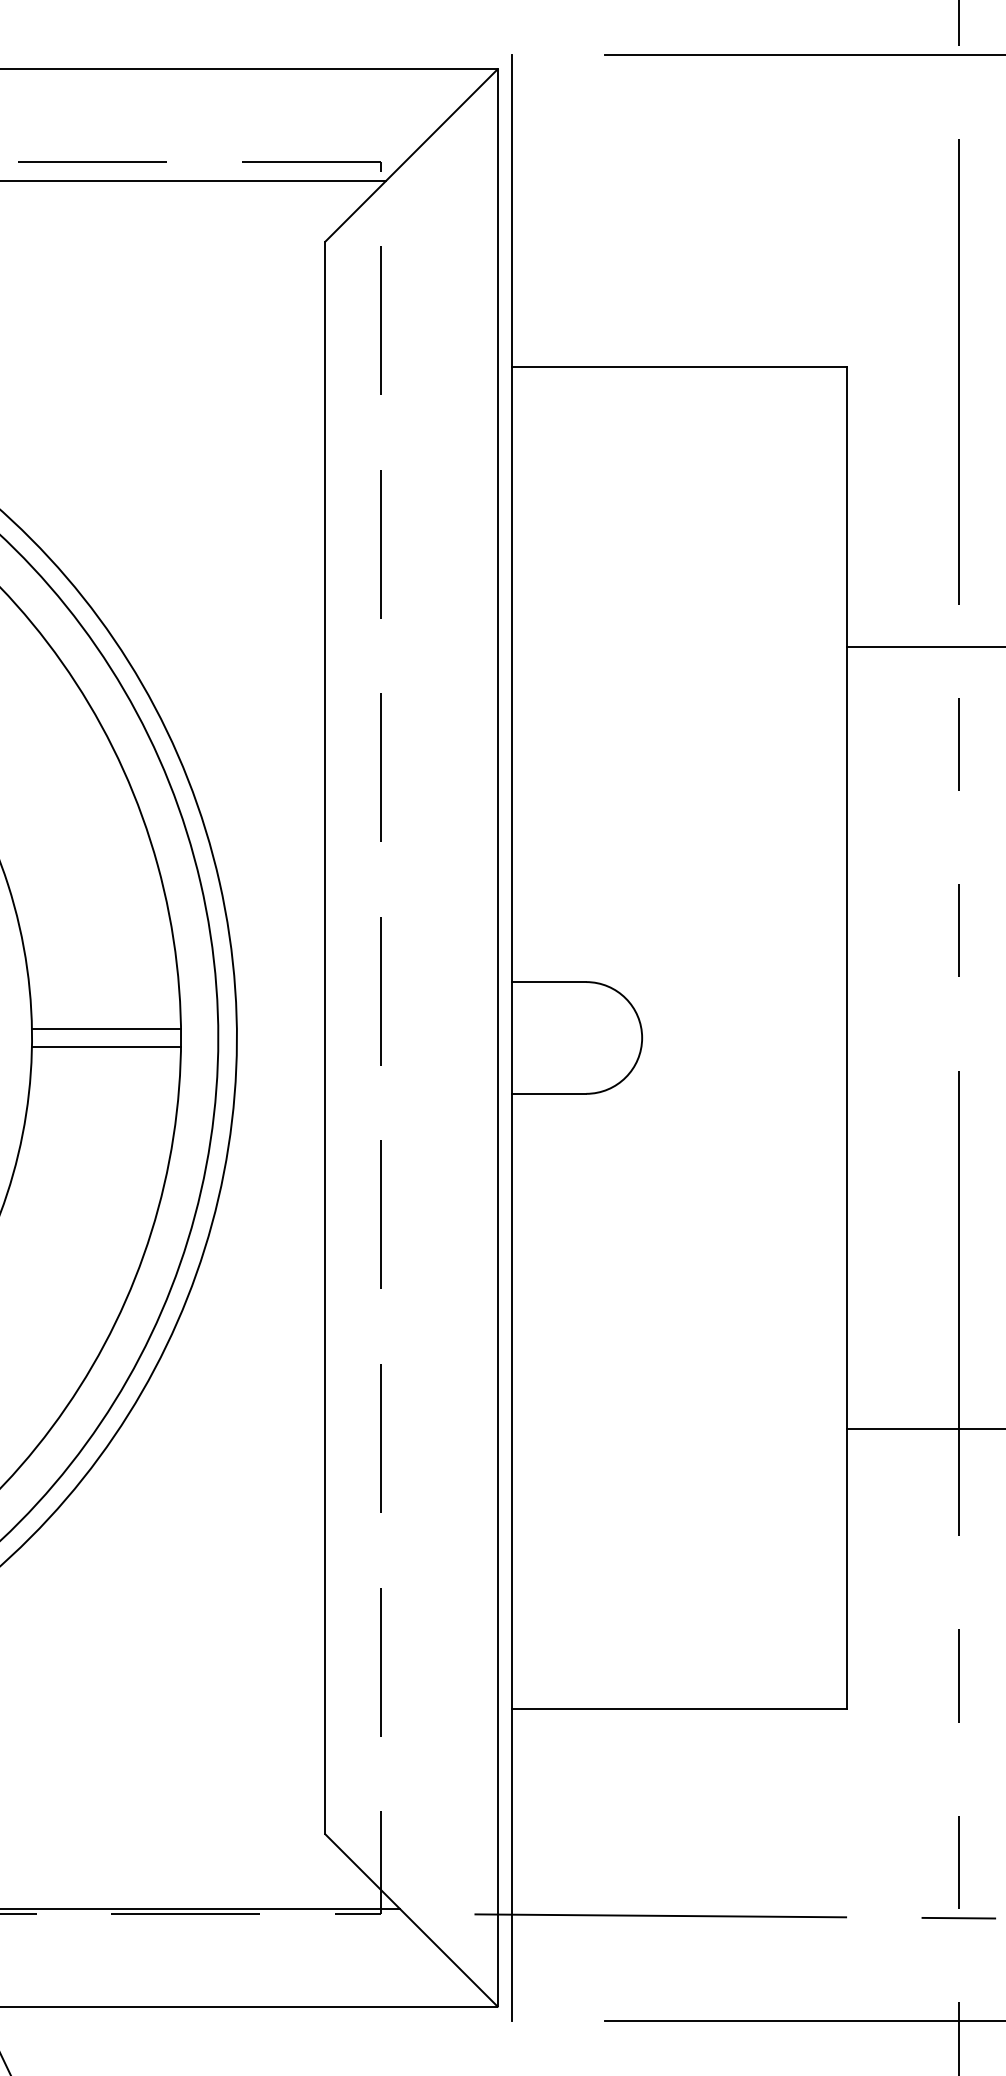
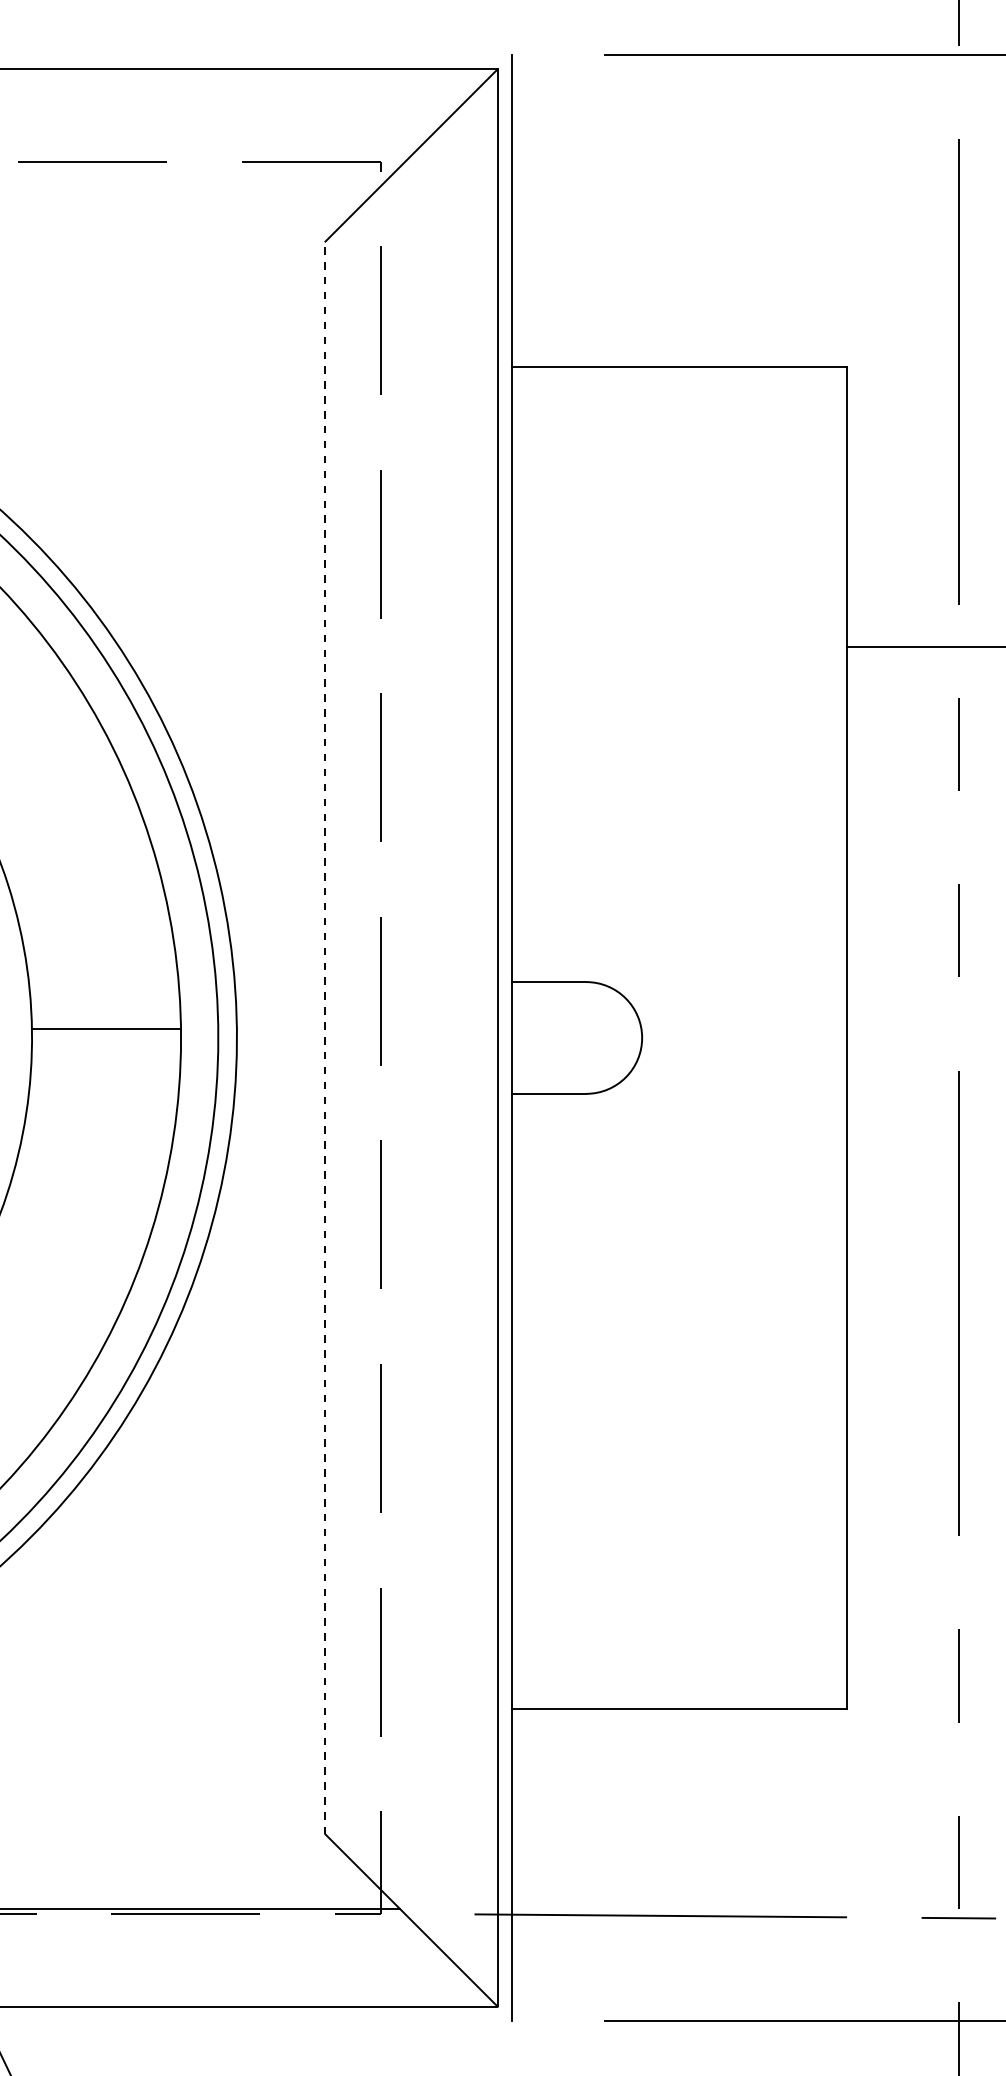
line at (193, 181): present -> none
line at (325, 1037): solid -> dashed
line at (105, 1047): present -> none
line at (924, 1429): present -> none
